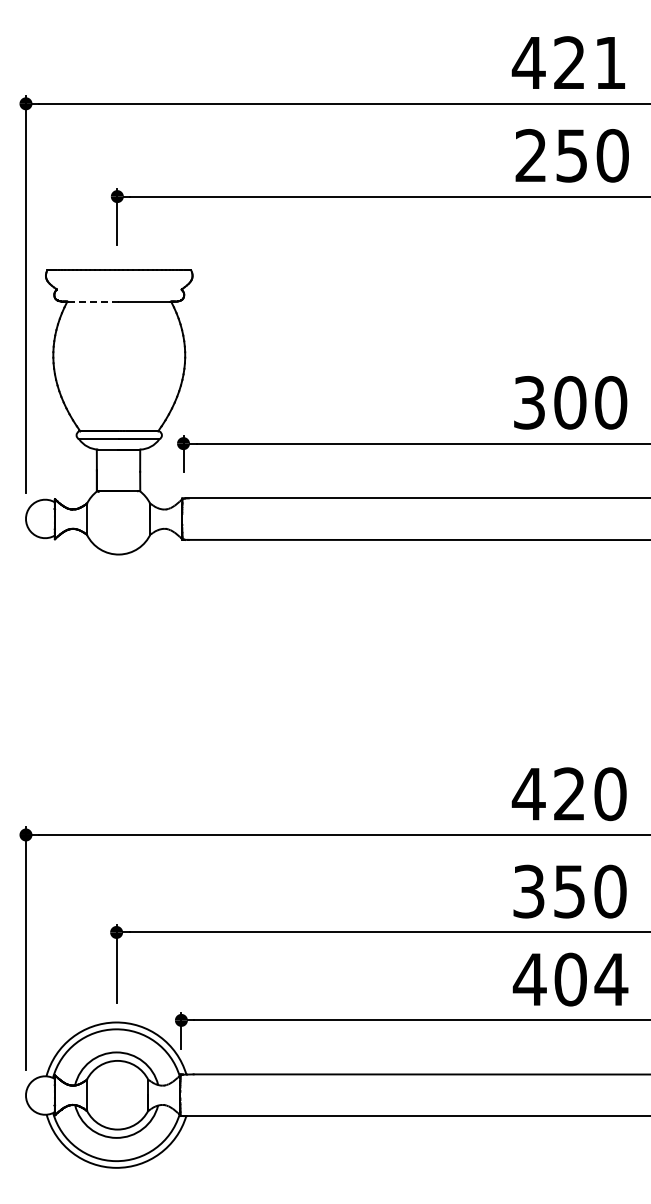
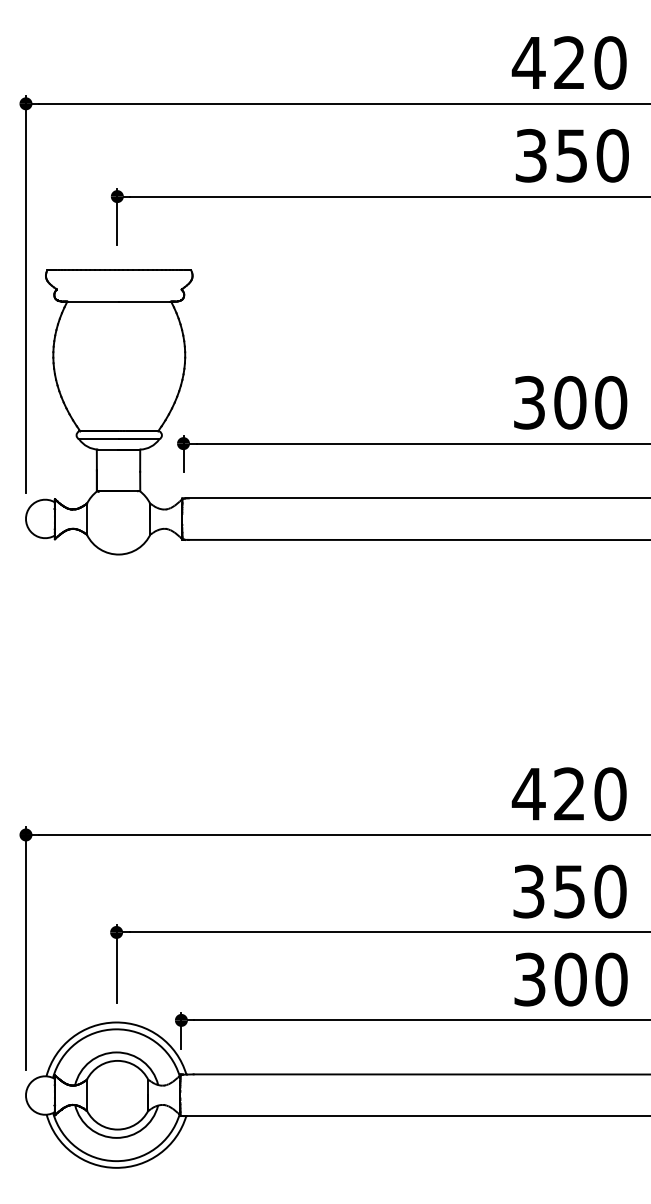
text at (610, 62): 421 -> 420
text at (530, 155): 250 -> 350
line at (93, 301): dashed -> solid
text at (570, 979): 404 -> 300
